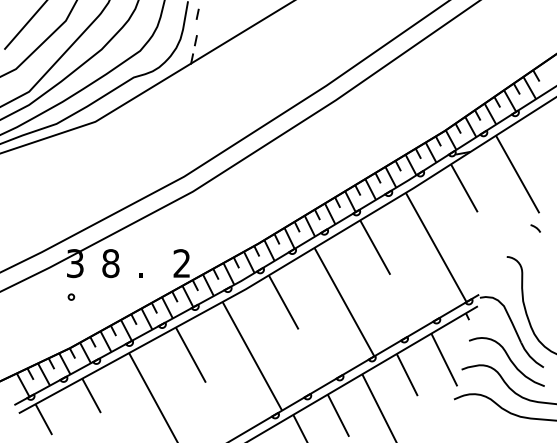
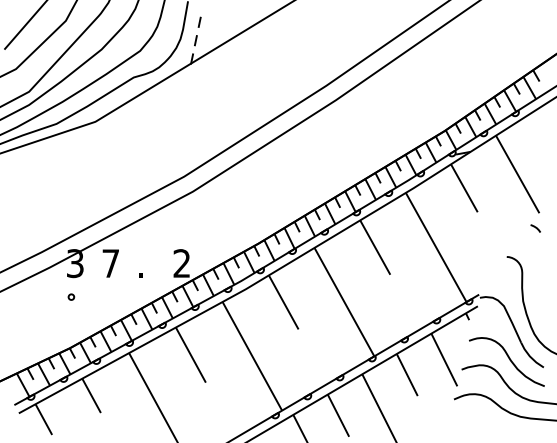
line at (197, 13) position: (197, 13) -> (199, 21)
text at (110, 263): 8 -> 7
